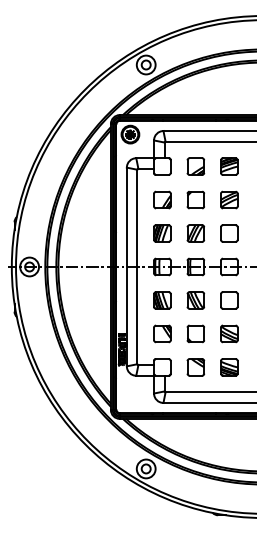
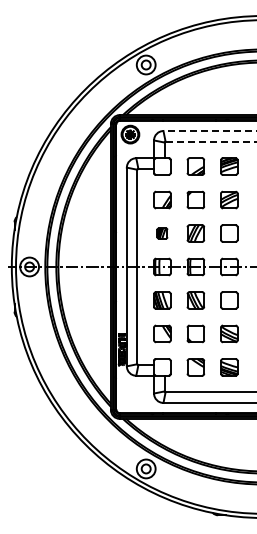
line at (209, 131): solid -> dashed
line at (210, 141): solid -> dashed
part at (162, 233) size: 19x19 px -> 13x13 px
